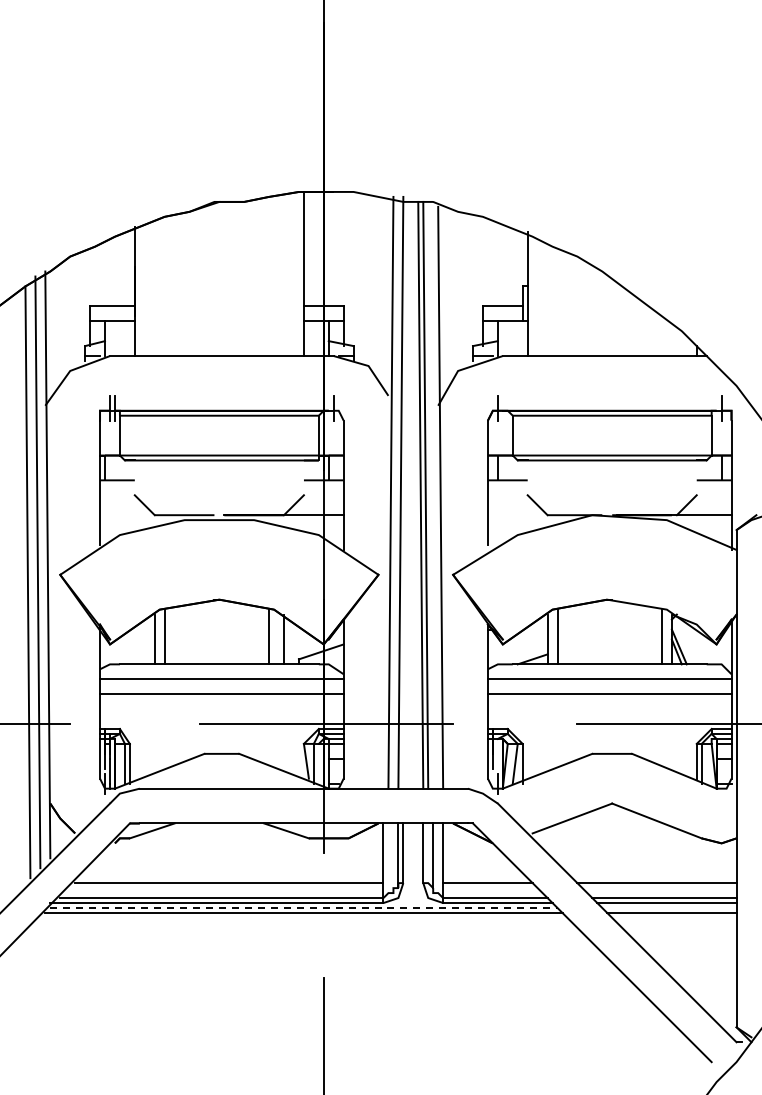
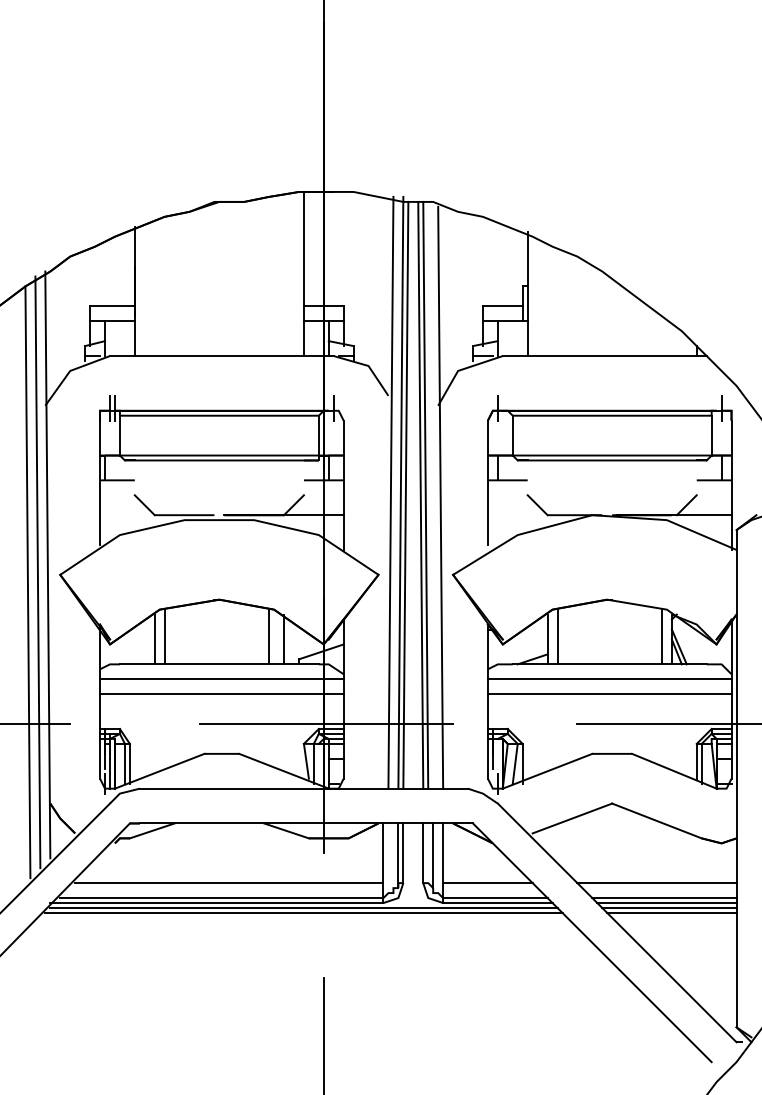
line at (405, 494): none -> present
line at (303, 908): dashed -> solid
line at (669, 908): none -> present
